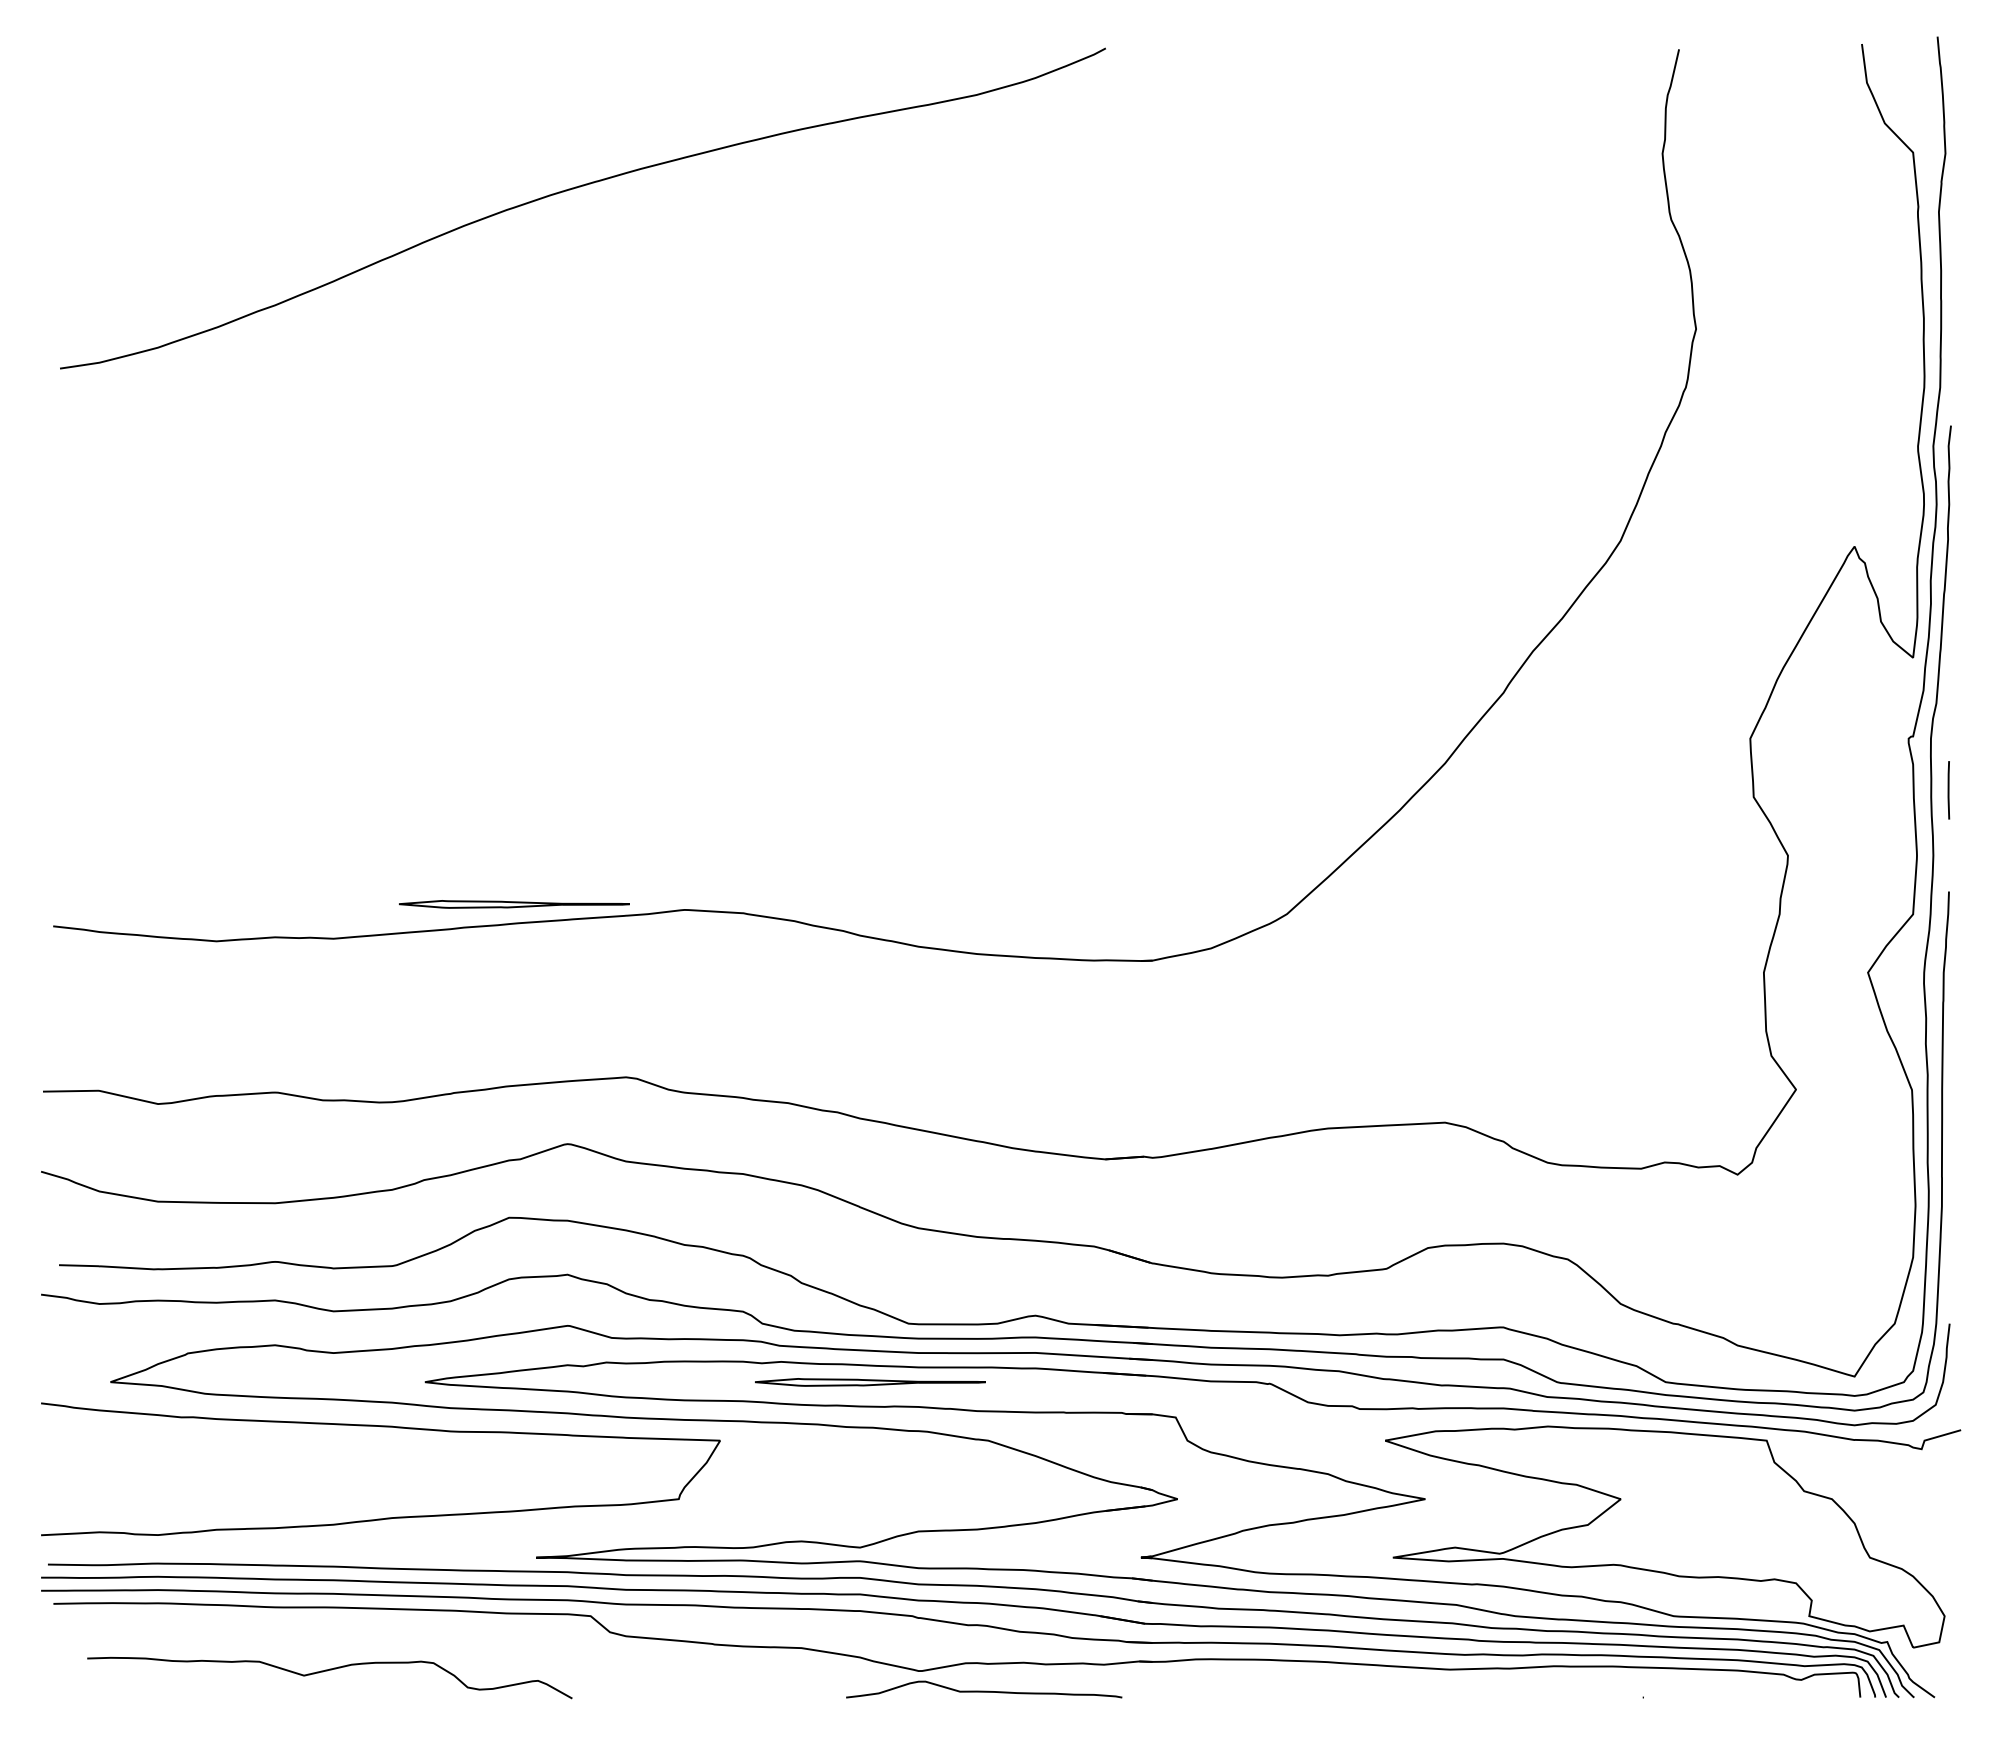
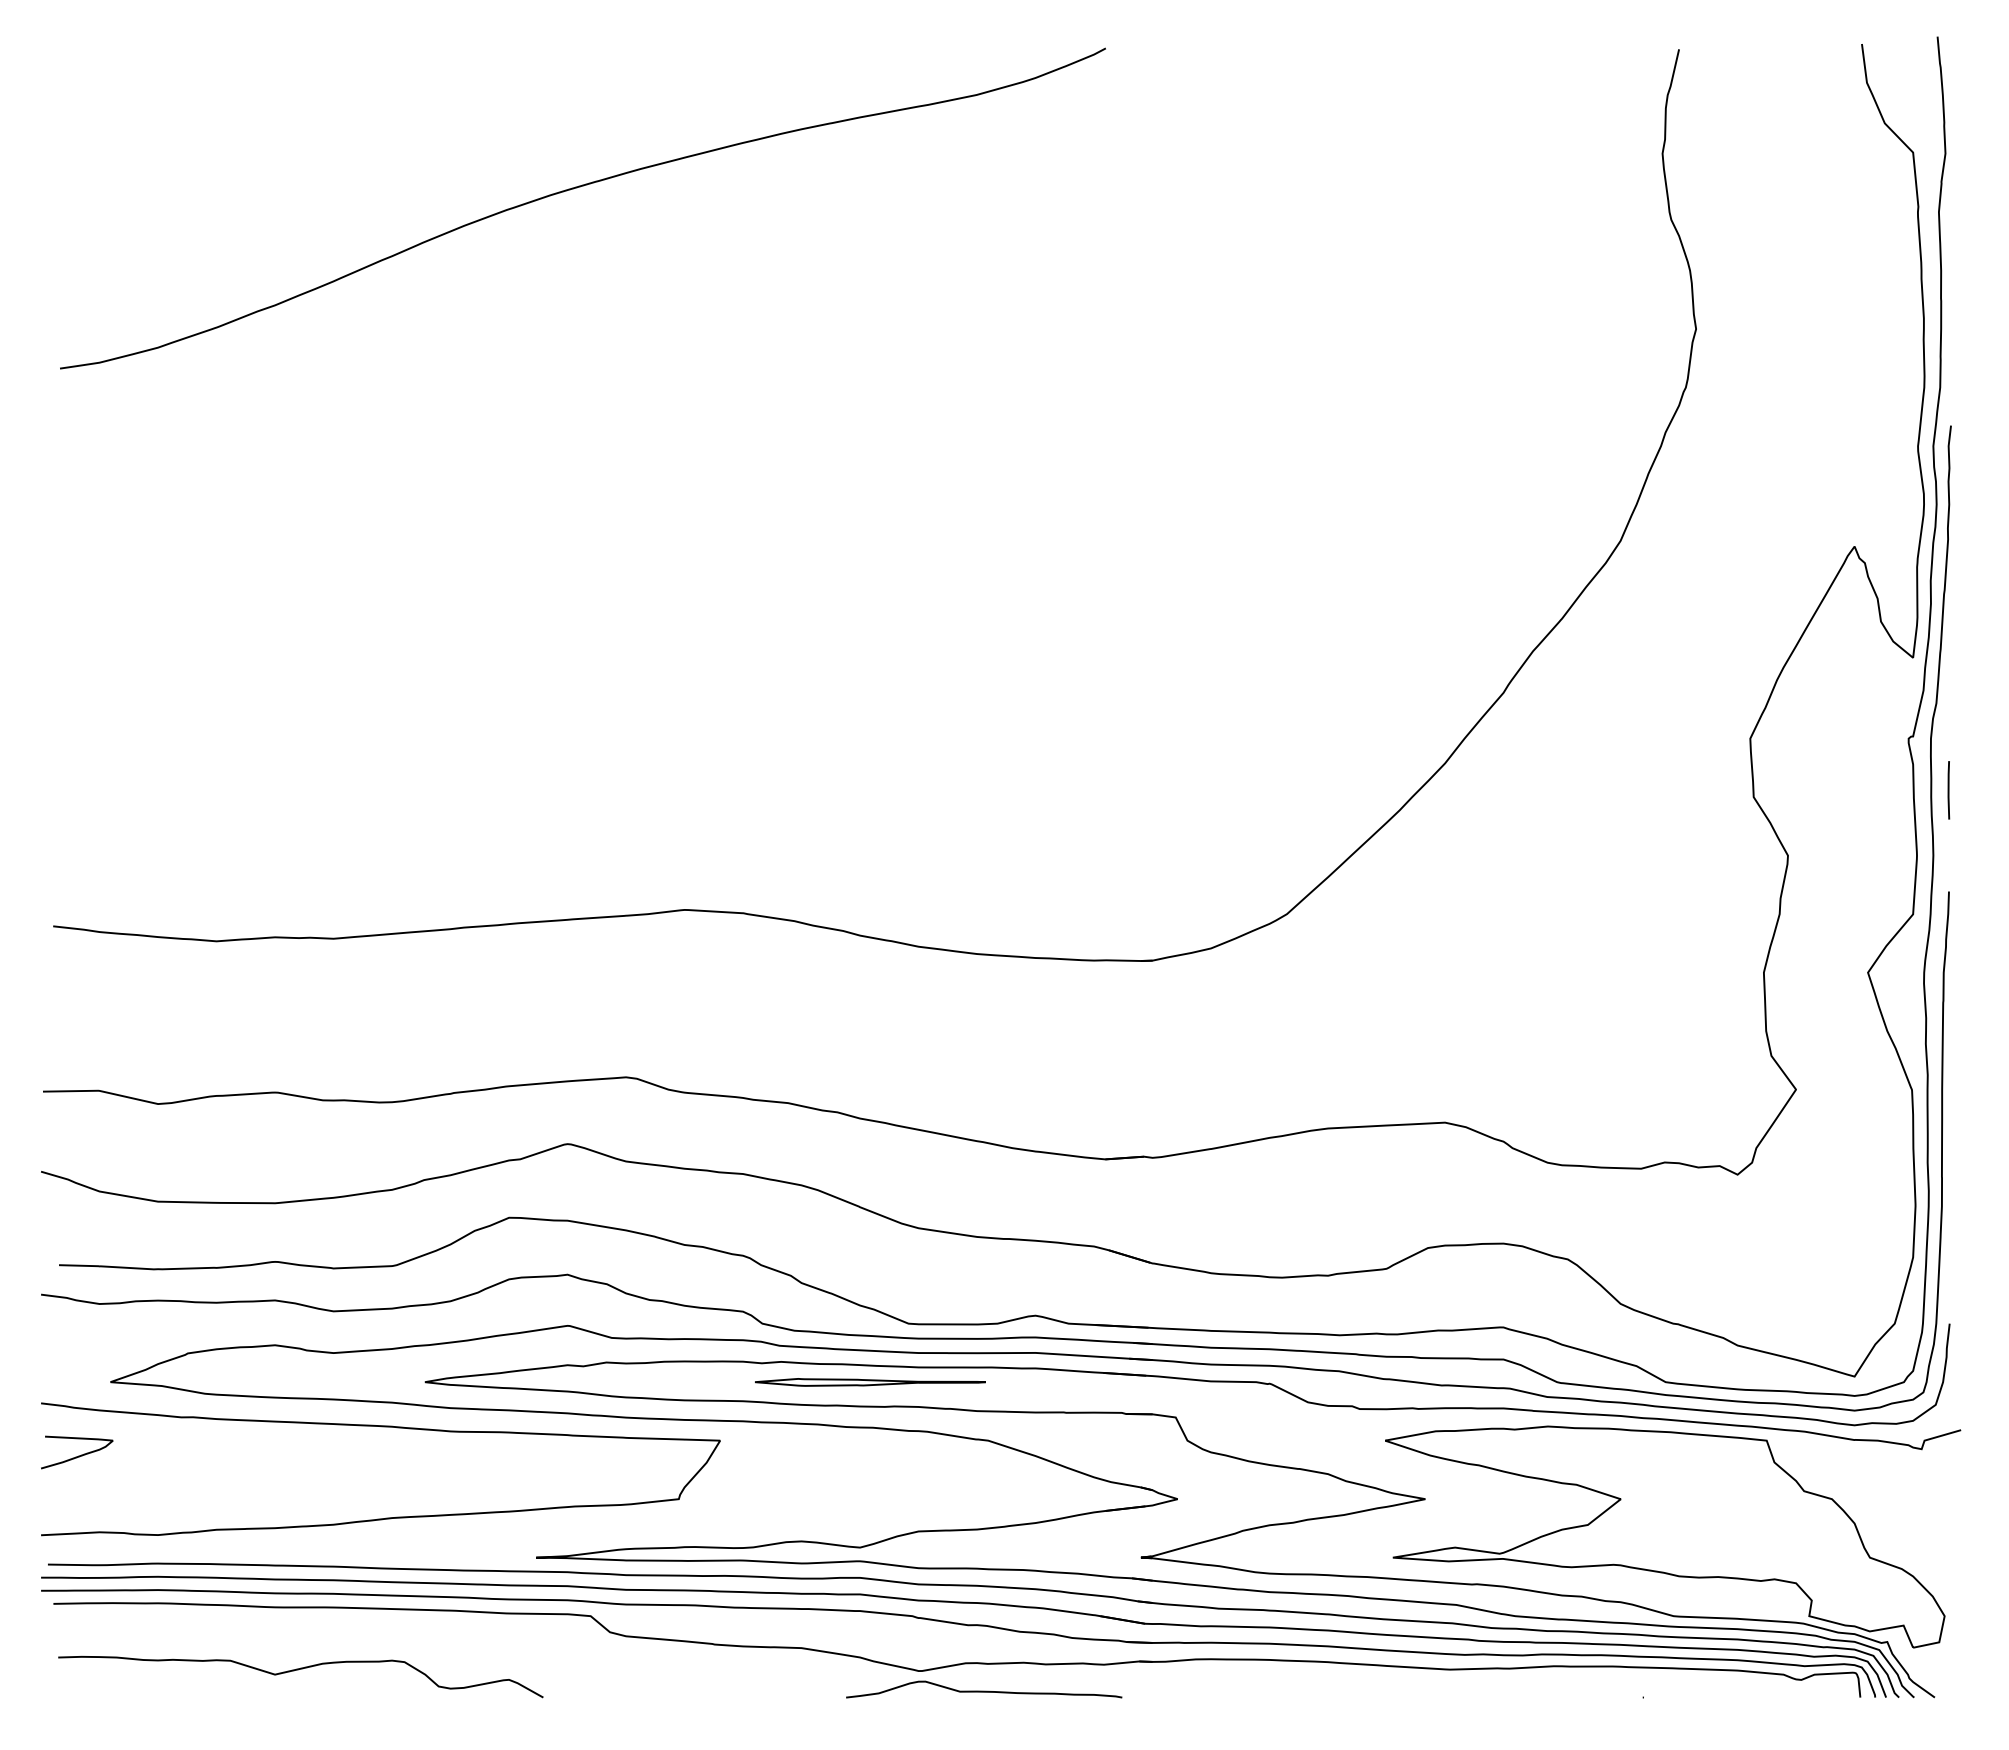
part at (514, 904): present -> none
curve at (78, 1455): none -> present
curve at (327, 1671) position: (327, 1671) -> (298, 1670)
